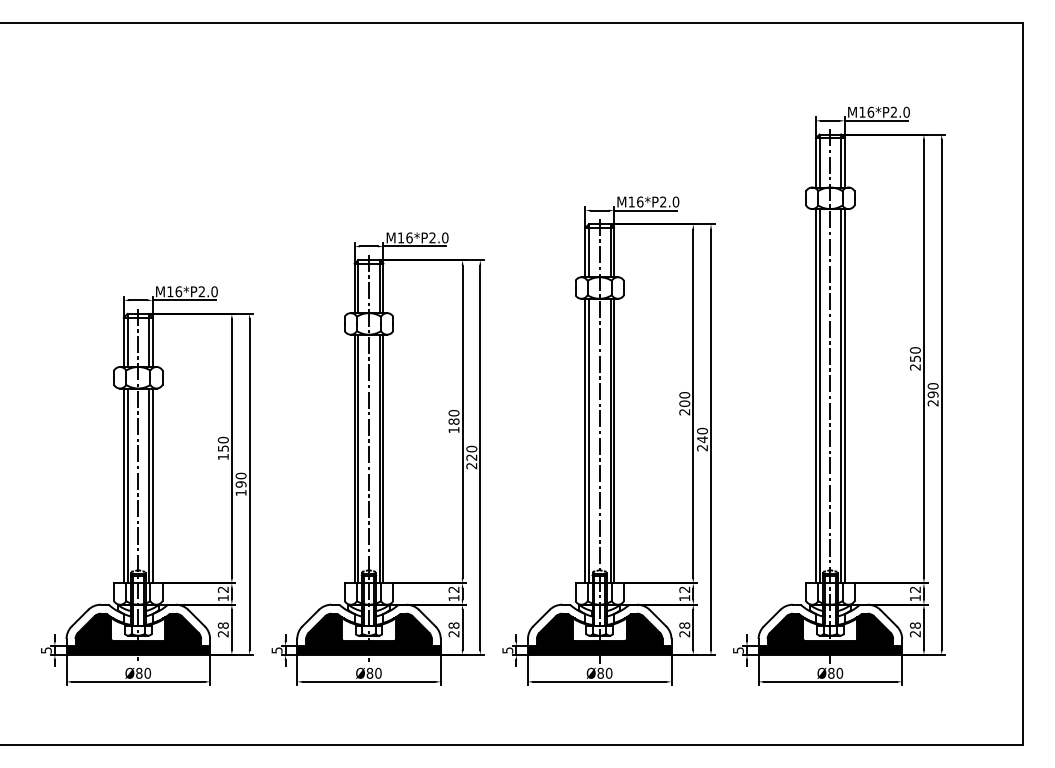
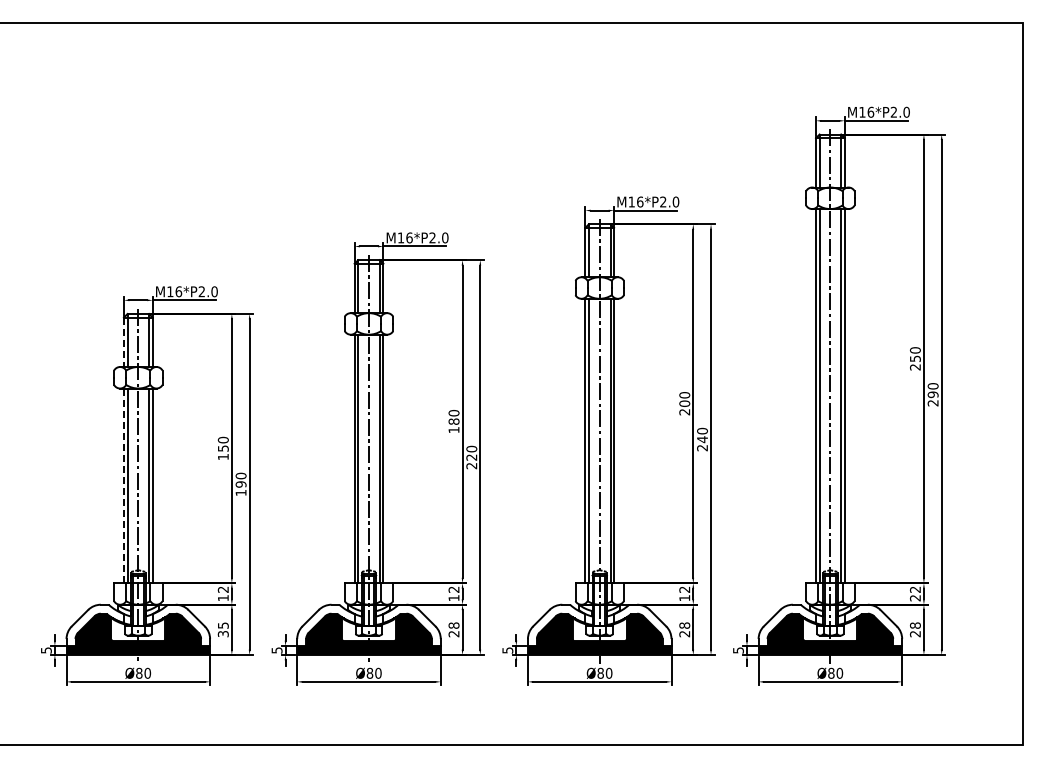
line at (123, 342): solid -> dashed
line at (123, 486): solid -> dashed
text at (914, 598): 12 -> 22
text at (222, 629): 28 -> 35
